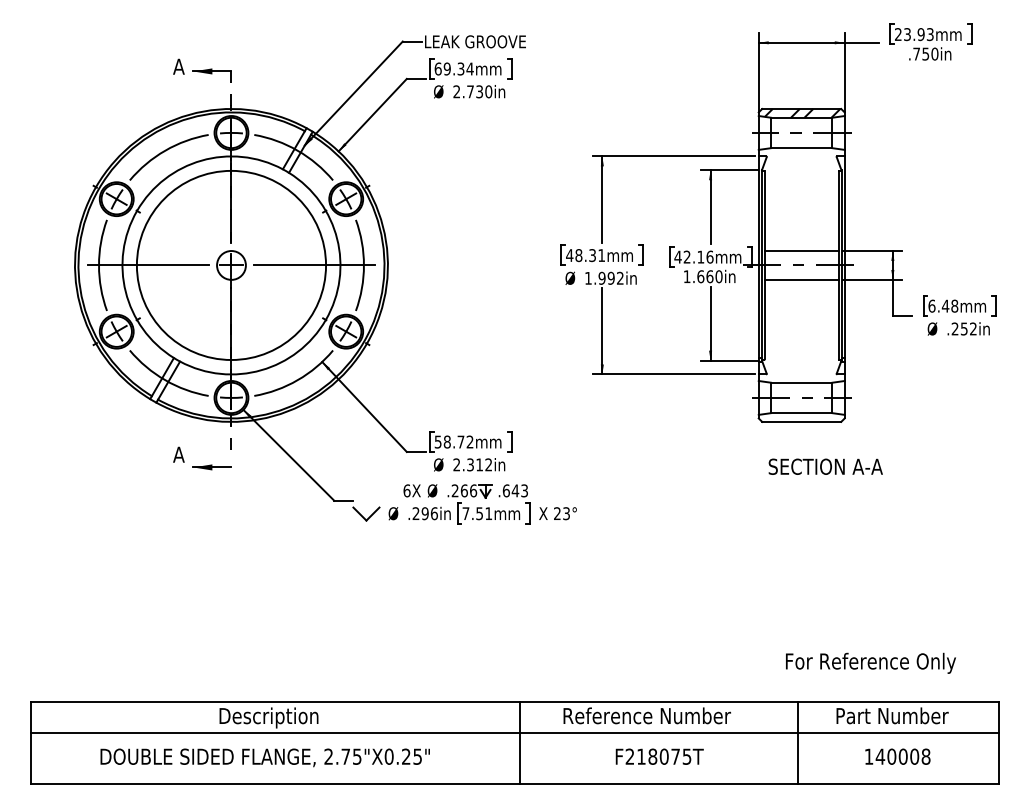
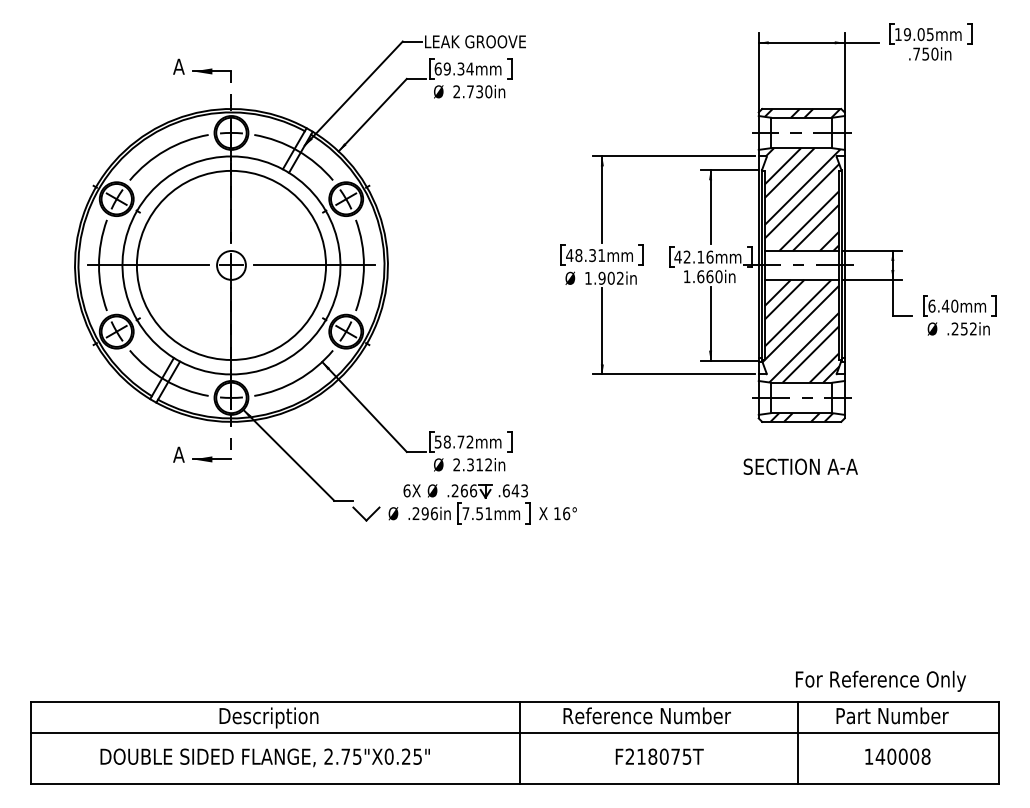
text at (914, 34): 23.93mm -> 19.05mm
hatch at (799, 199): none -> present
text at (610, 278): 1.992in -> 1.902in
text at (954, 306): 6.48mm -> 6.40mm
hatch at (800, 330): none -> present
hatch at (801, 417): none -> present
text at (825, 466) position: (825, 466) -> (800, 466)
part at (211, 467) position: (211, 467) -> (211, 459)
text at (562, 513): 23° -> 16°
text at (870, 662) position: (870, 662) -> (880, 680)
